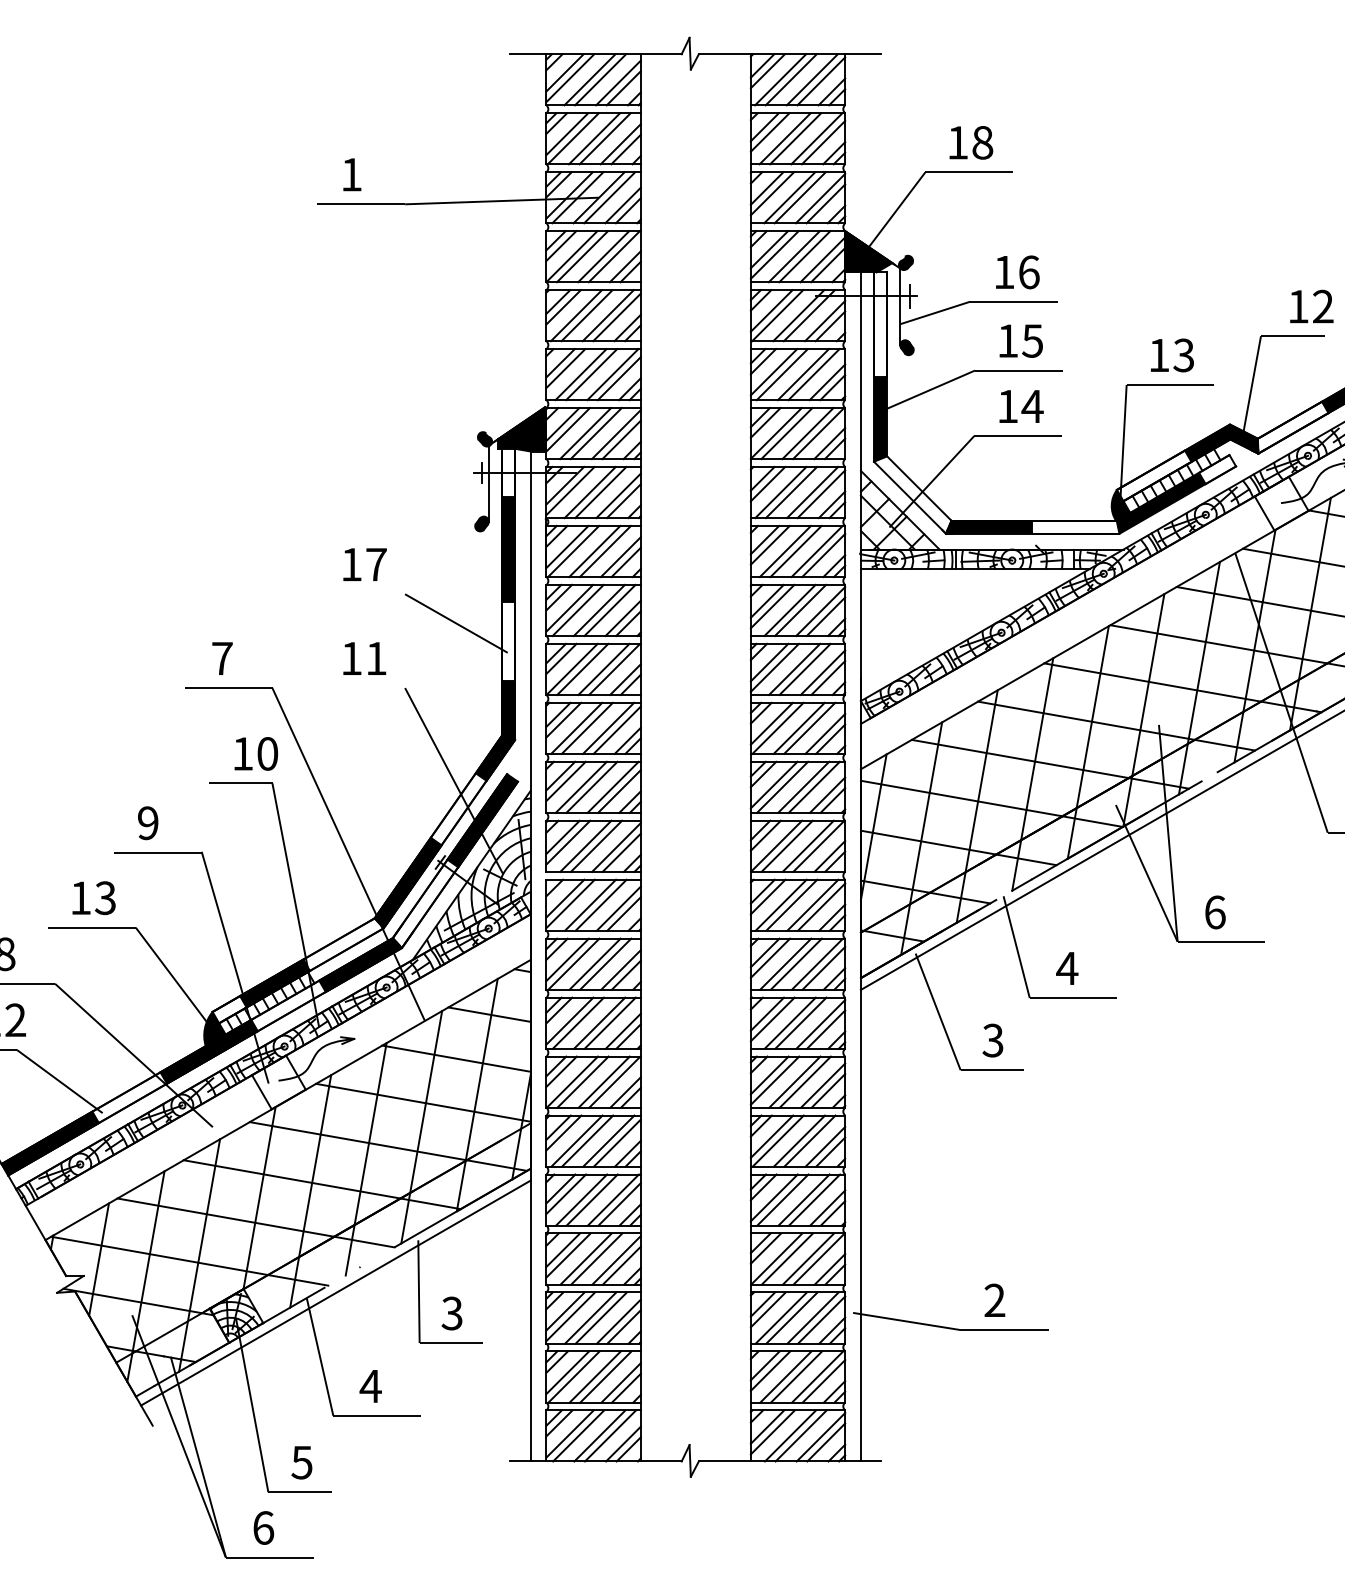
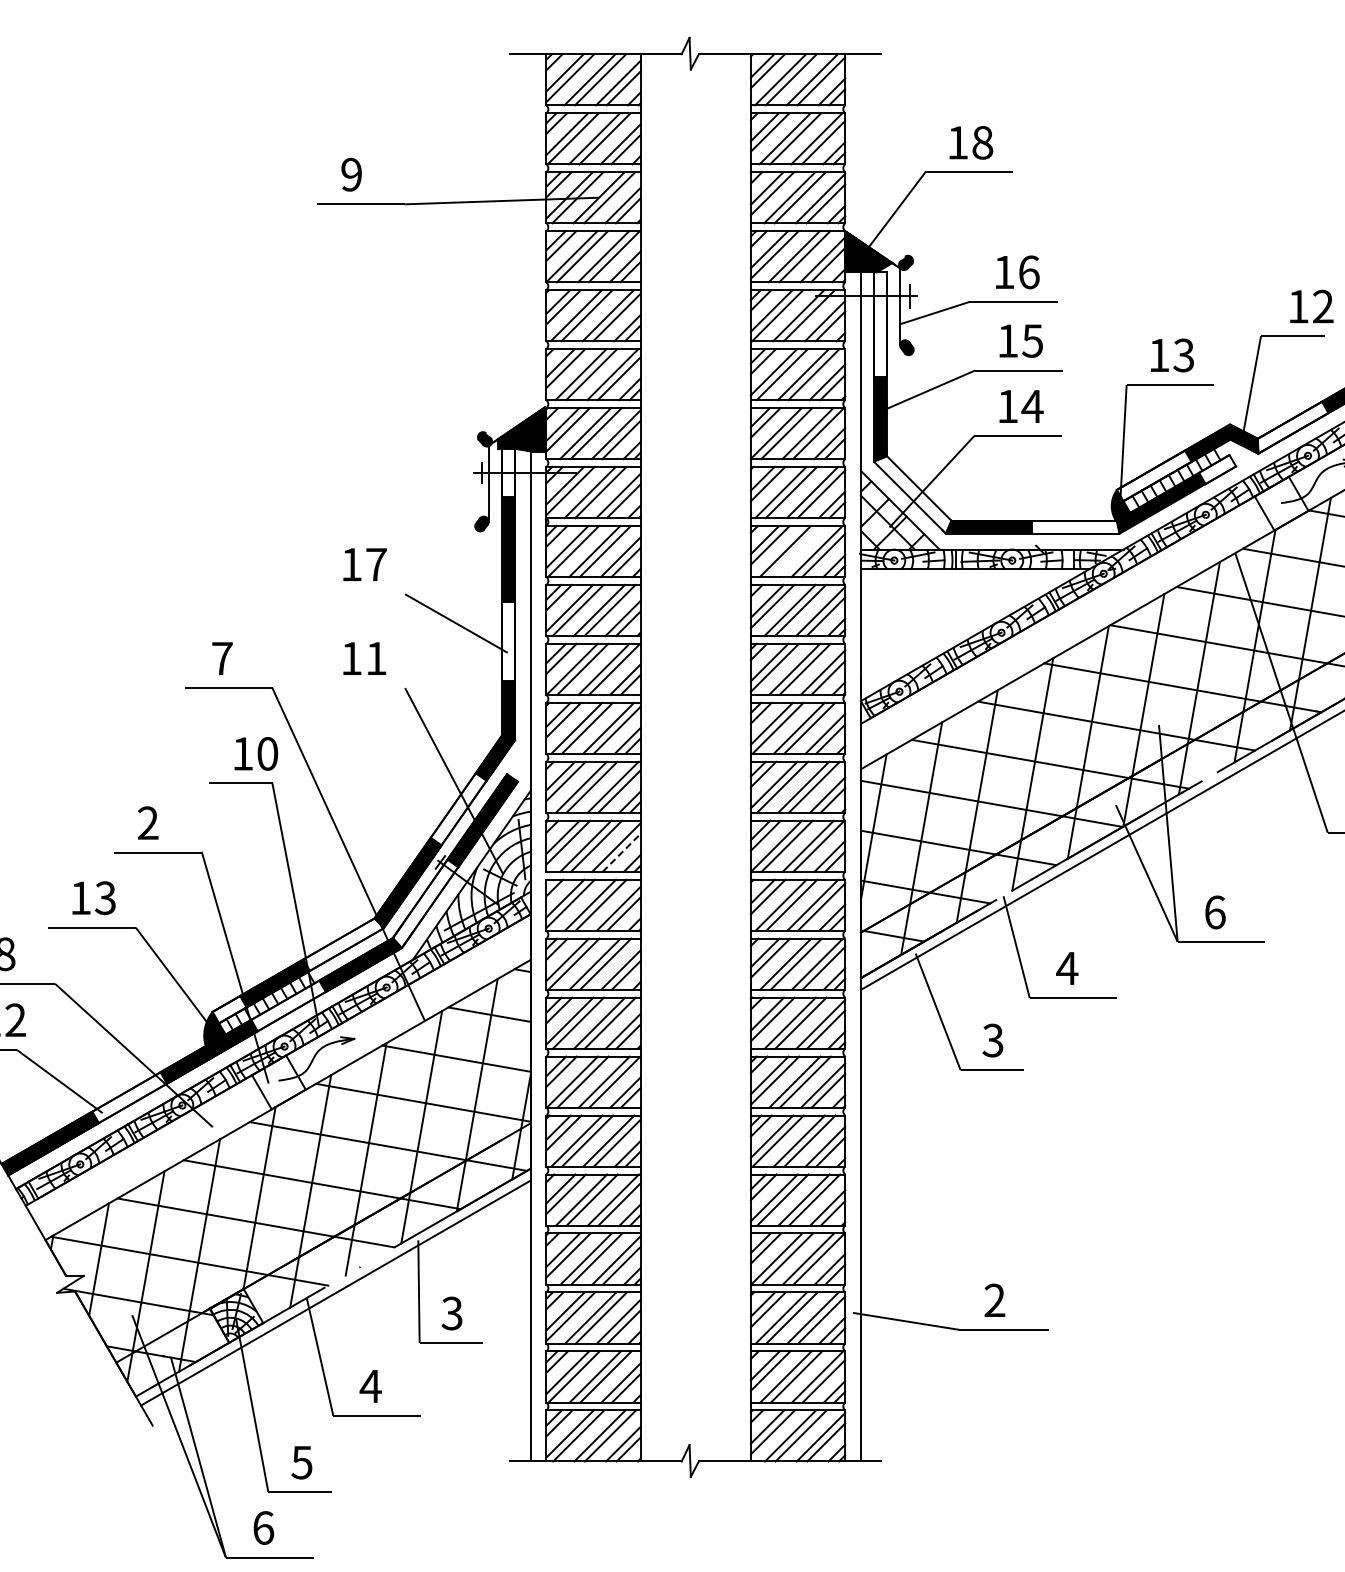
text at (351, 174): 1 -> 9
line at (795, 551): present -> none
text at (148, 823): 9 -> 2
line at (621, 852): solid -> dashed
